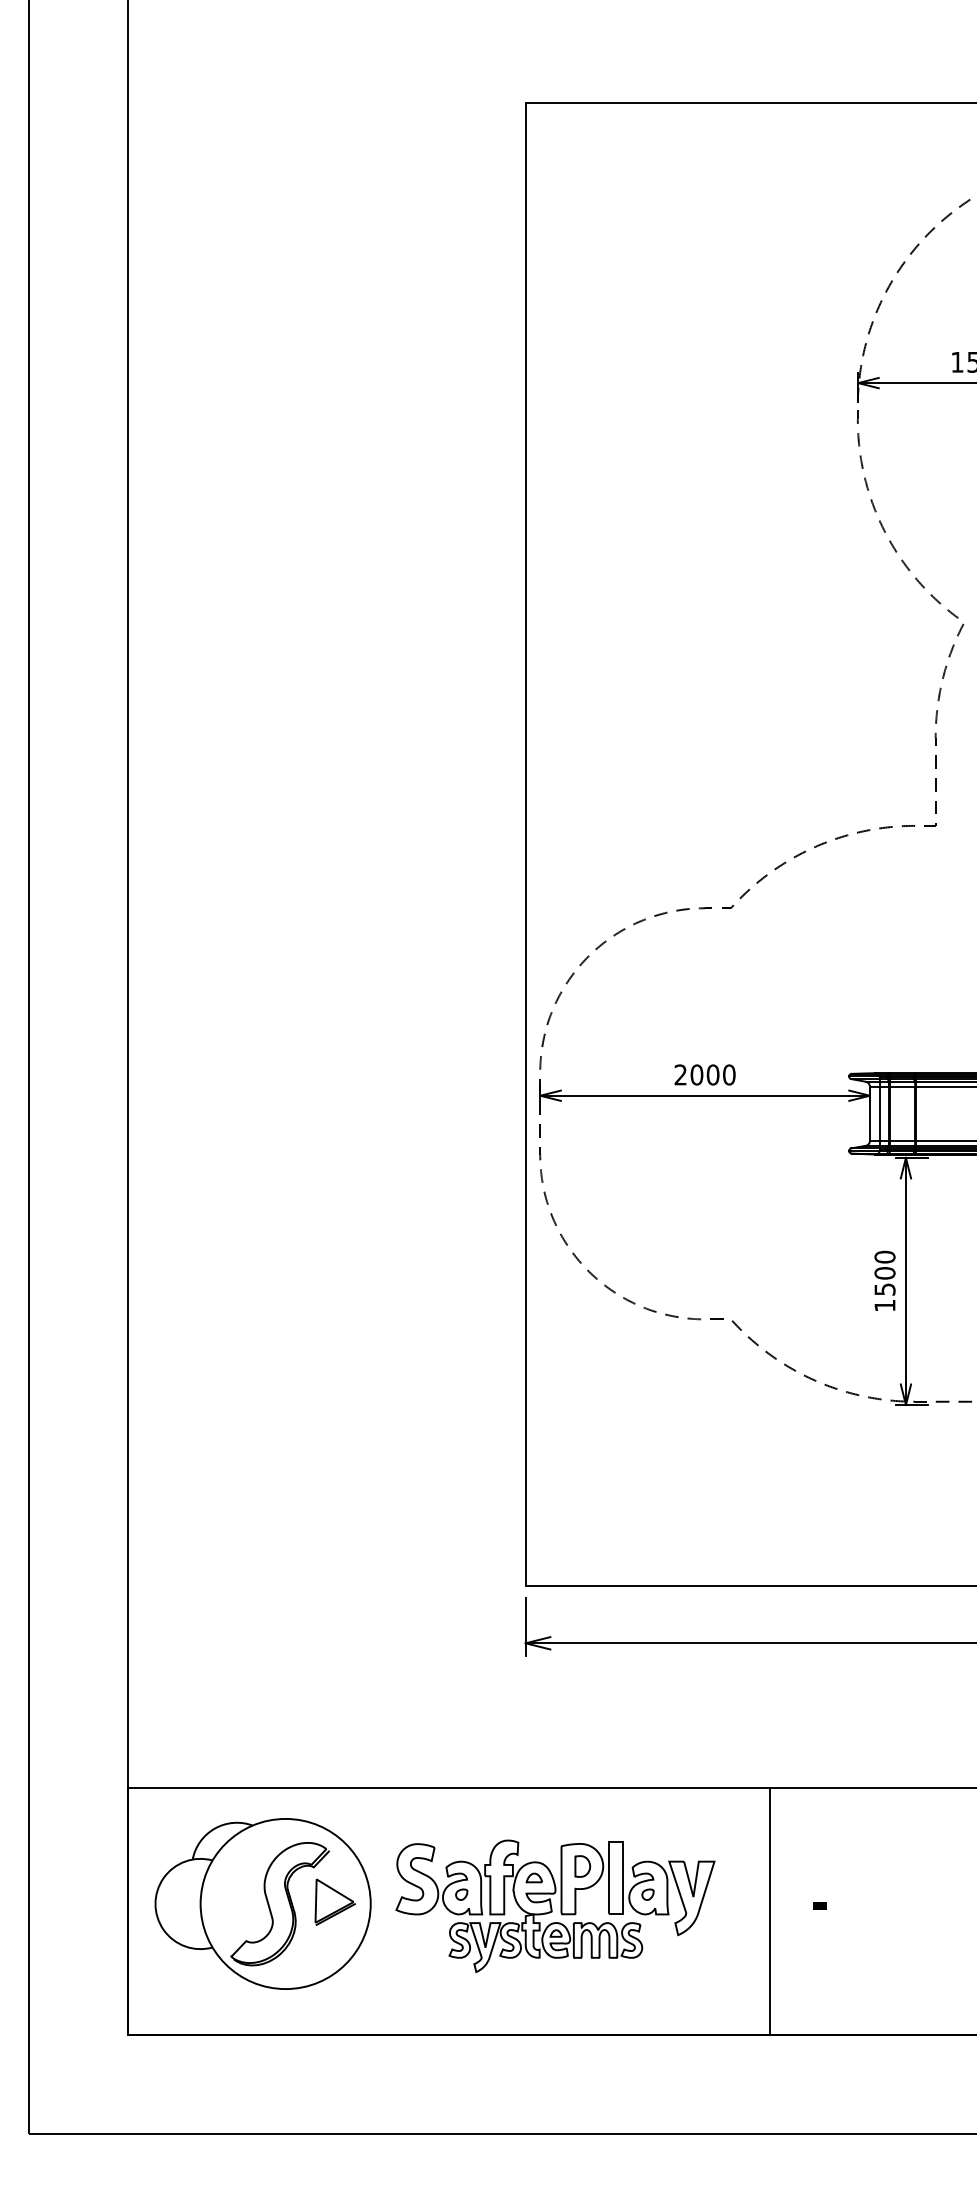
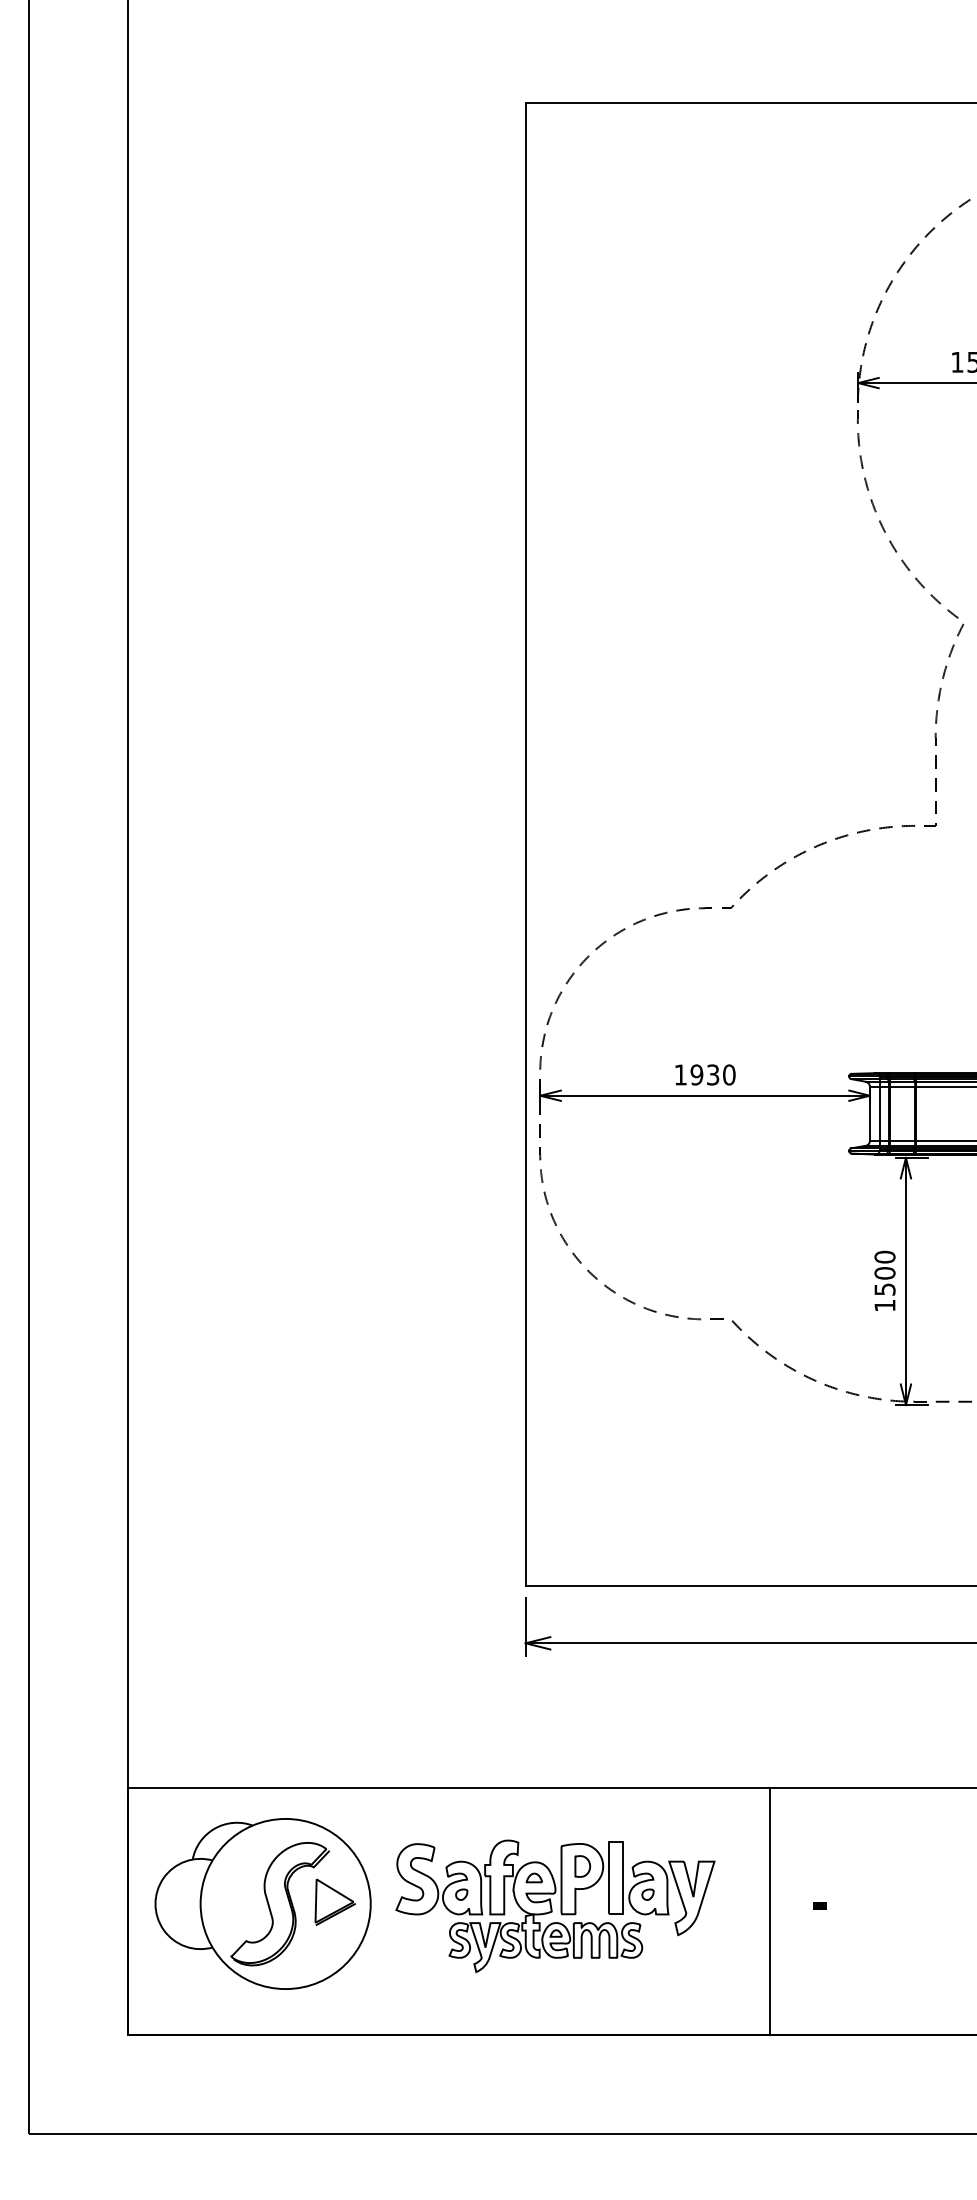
text at (696, 1074): 2000 -> 1930
